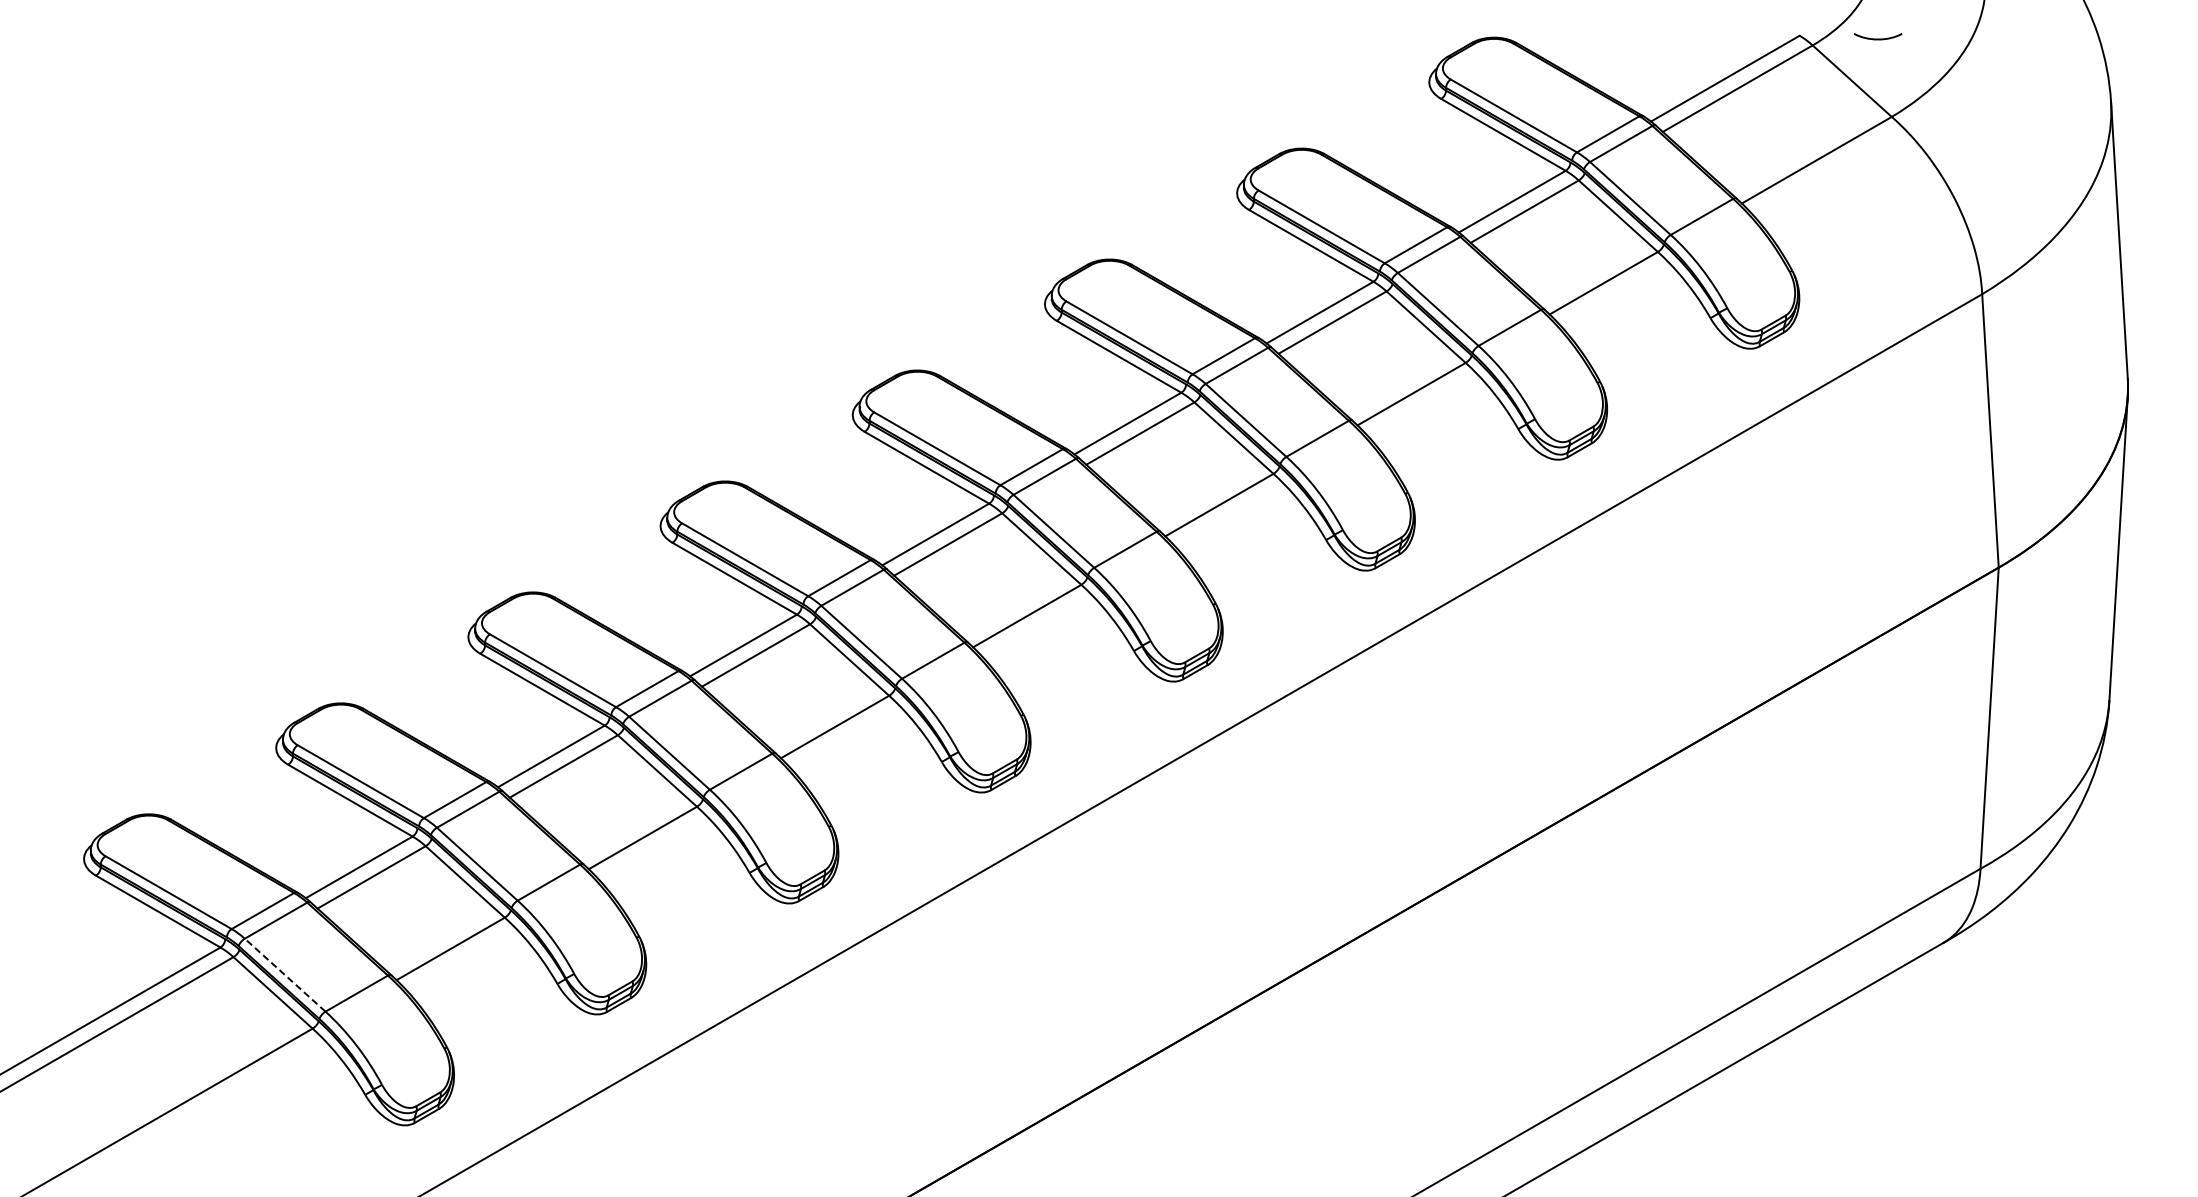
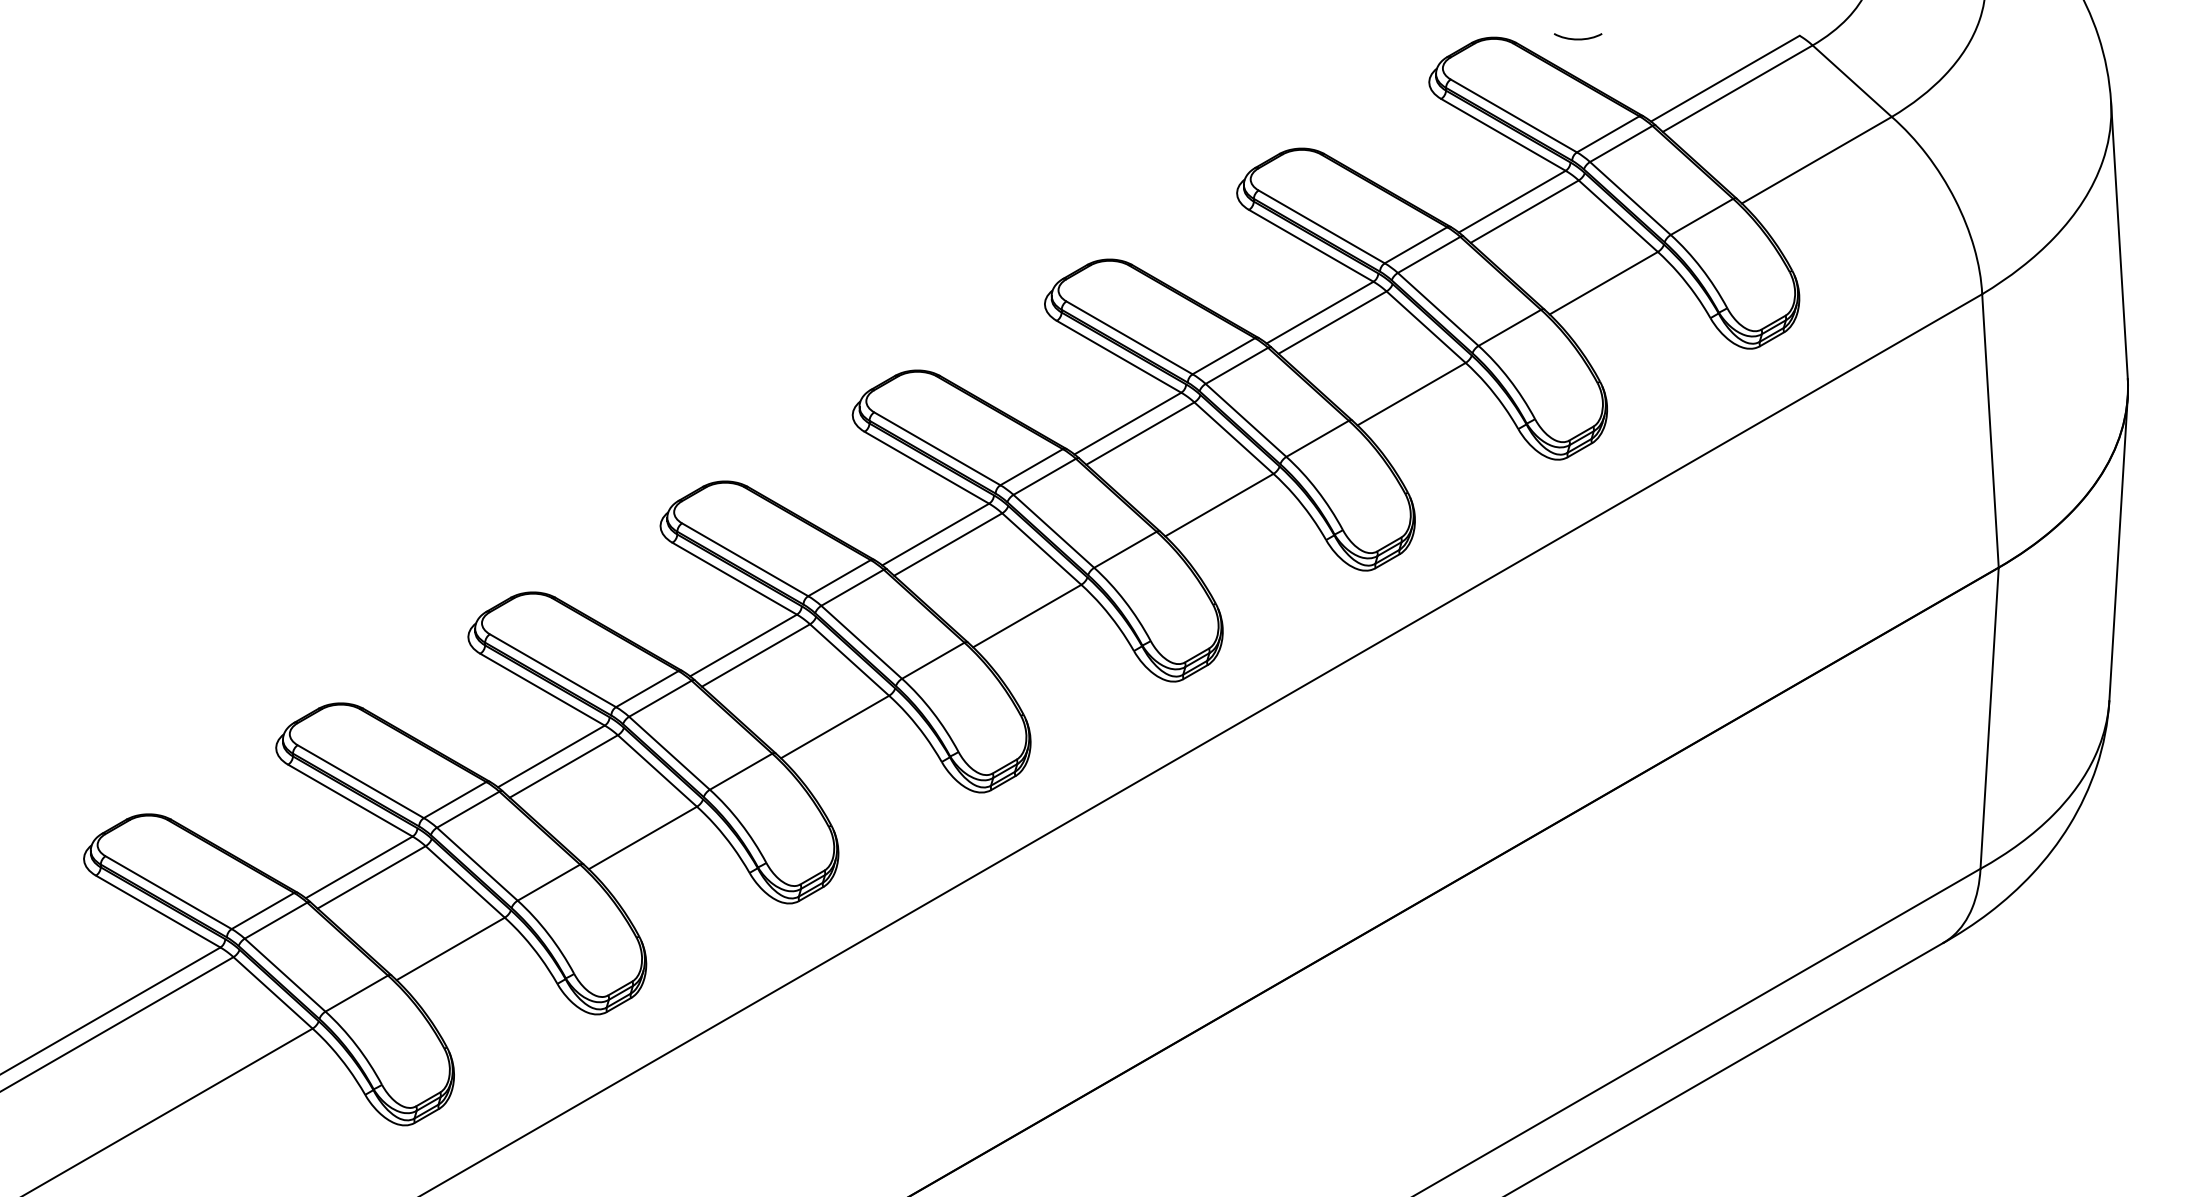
curve at (1878, 38) position: (1878, 38) -> (1578, 38)
line at (284, 974): dashed -> solid
